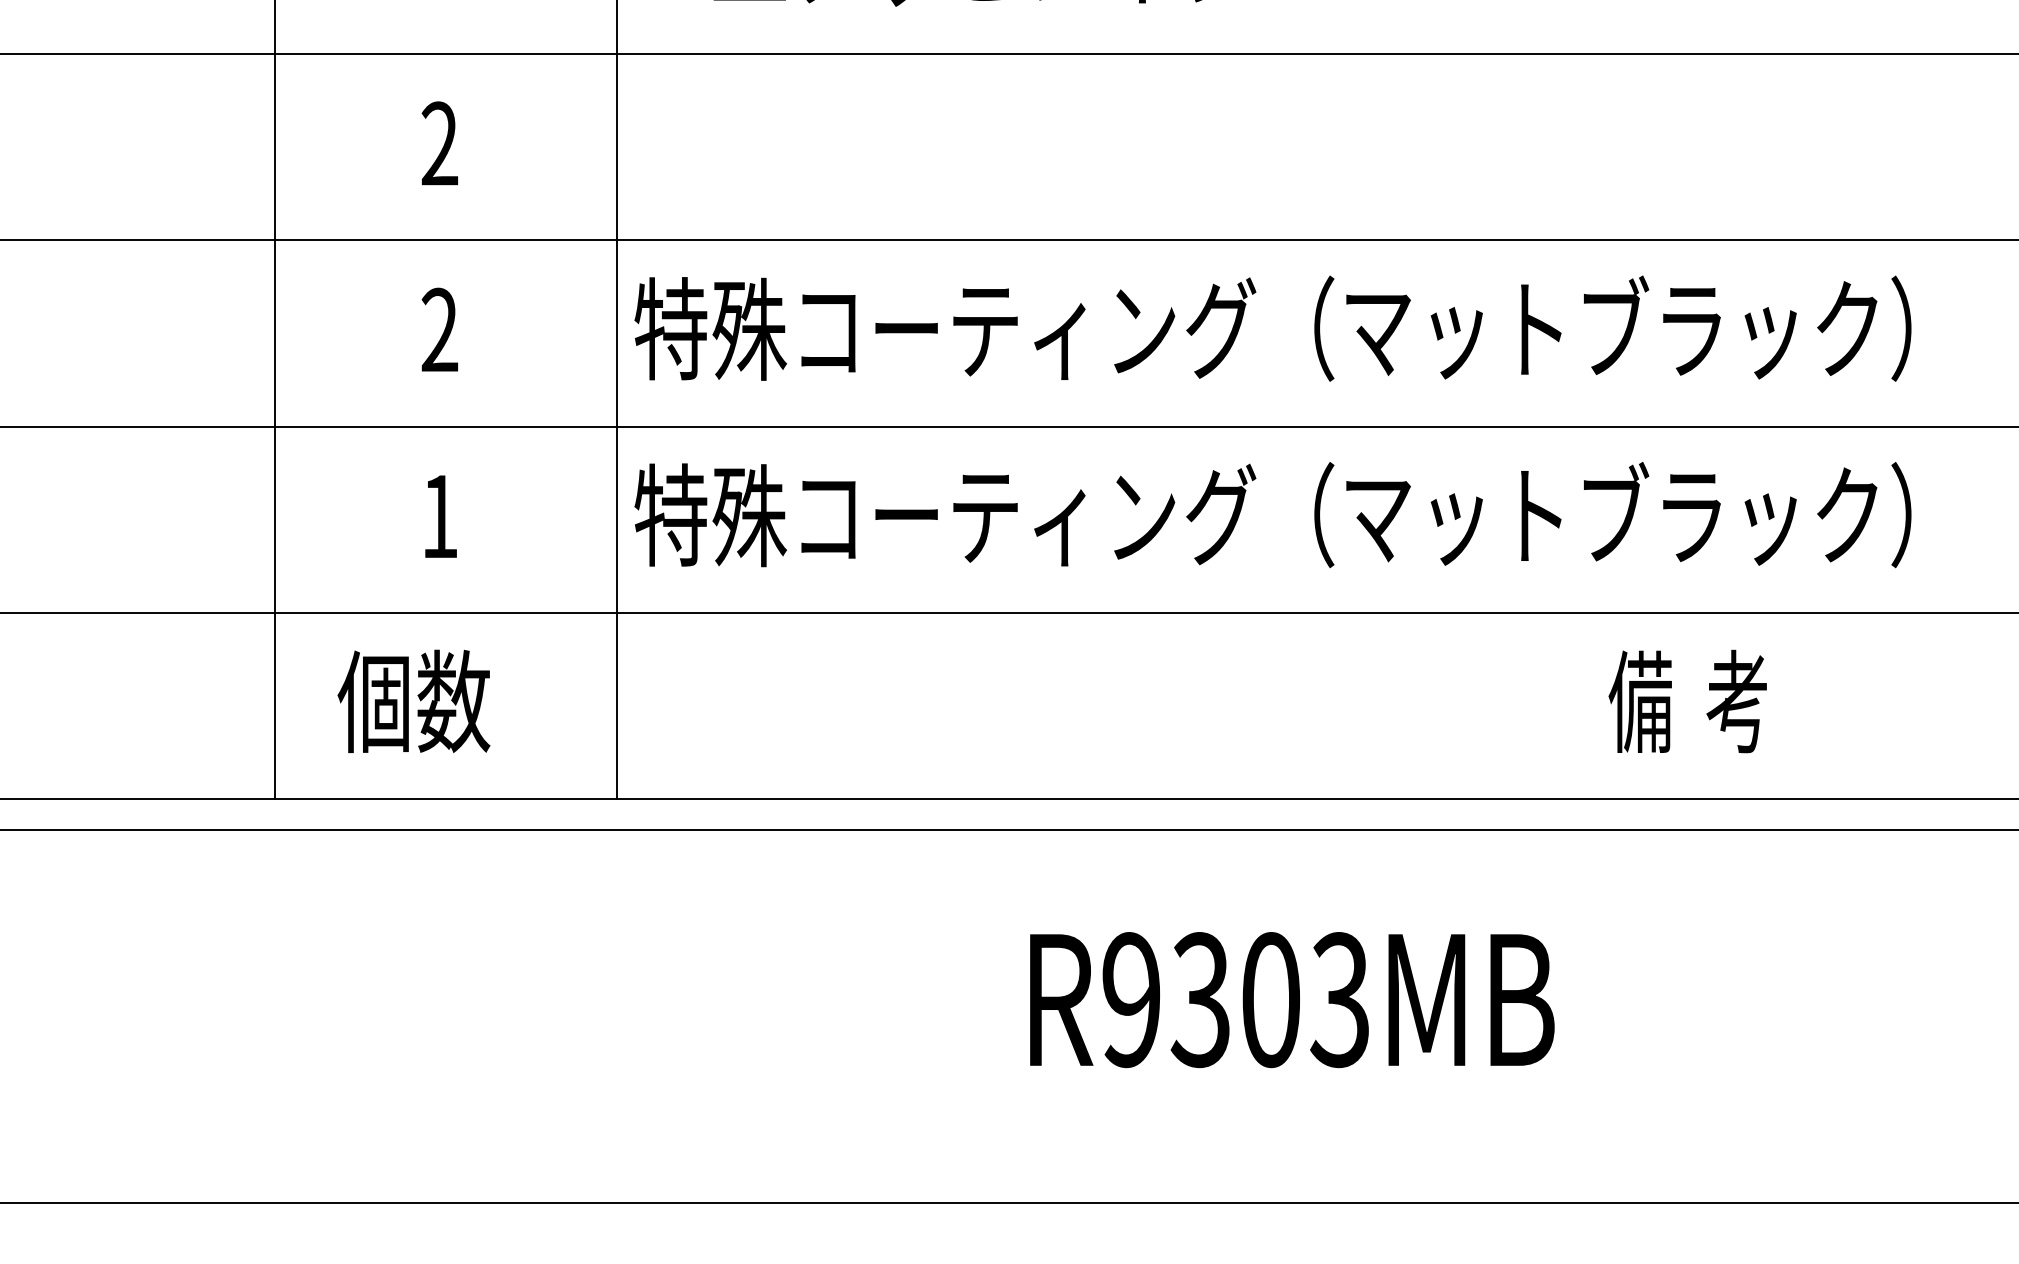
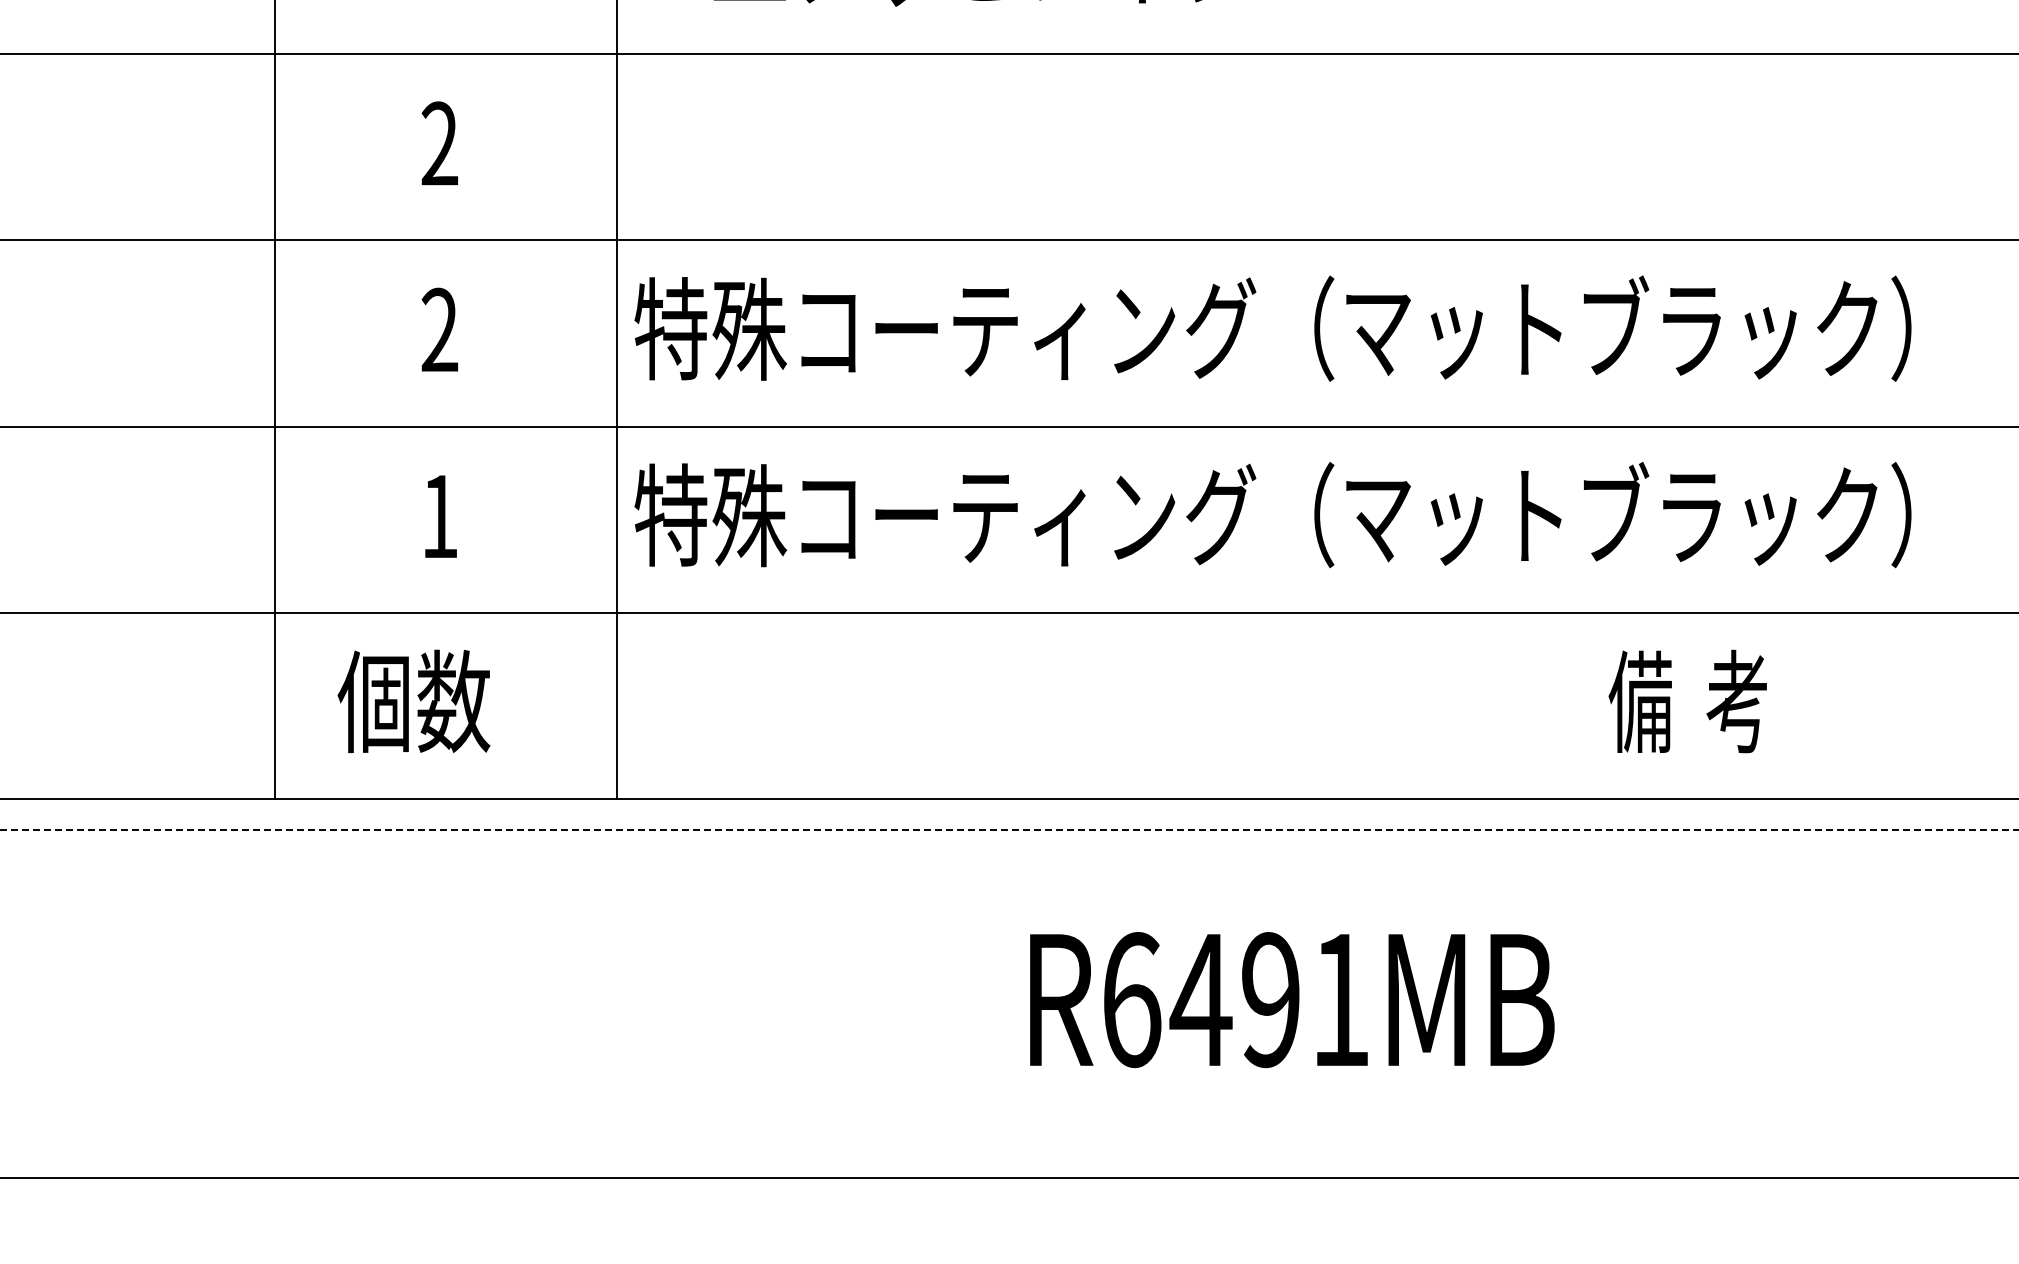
line at (1009, 830): solid -> dashed
text at (1235, 1000): R9303MB -> R6491MB
line at (1008, 1203) position: (1008, 1203) -> (1008, 1178)
